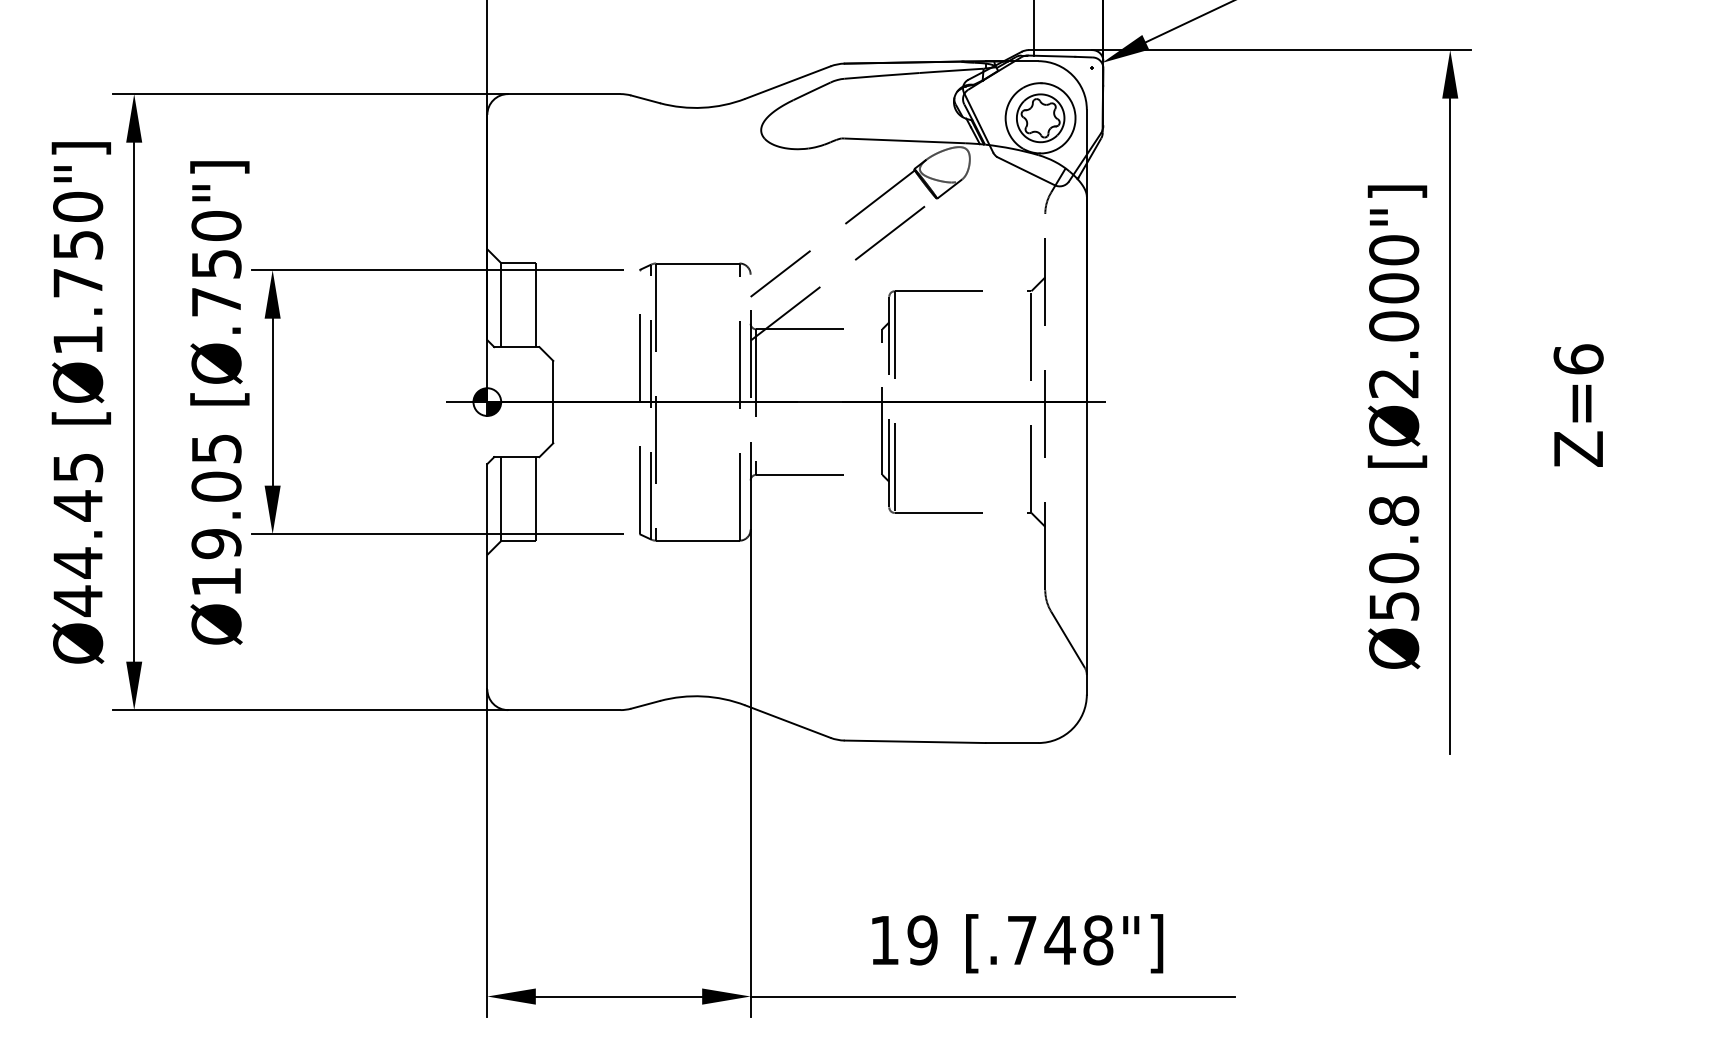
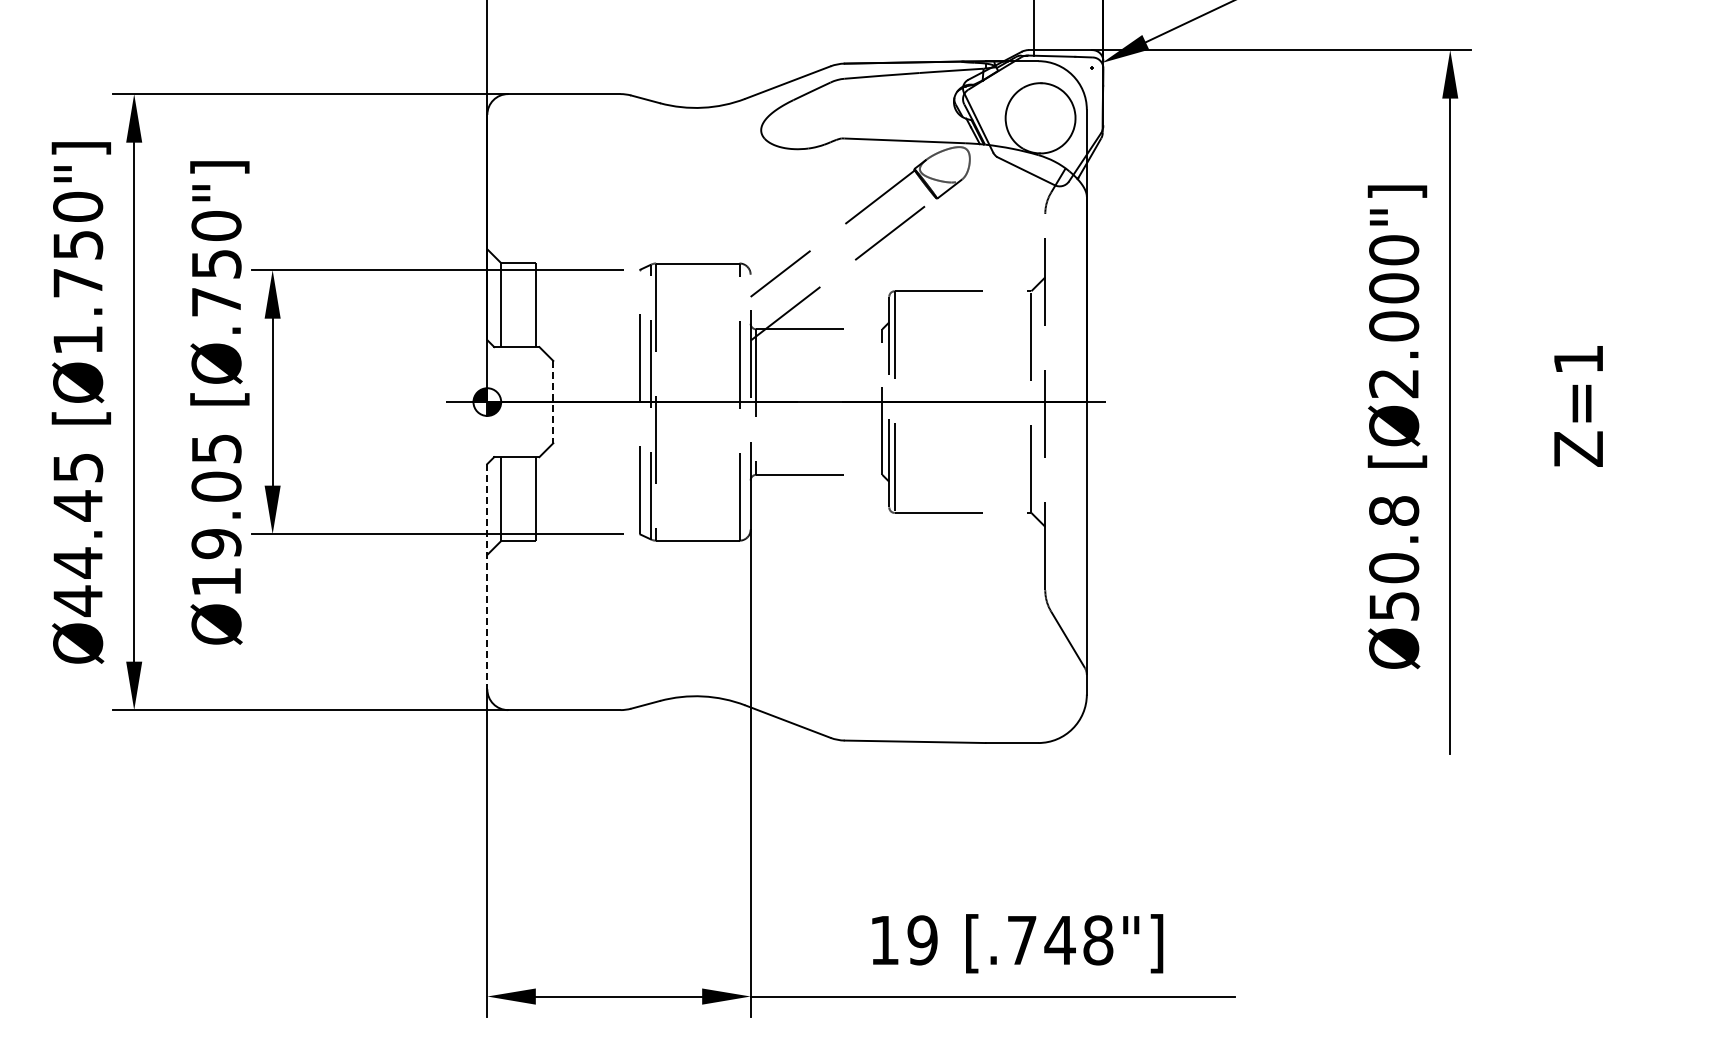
part at (1040, 118): present -> none
text at (1578, 359): Z=6 -> Z=1
line at (553, 402): solid -> dashed
line at (487, 576): solid -> dashed
